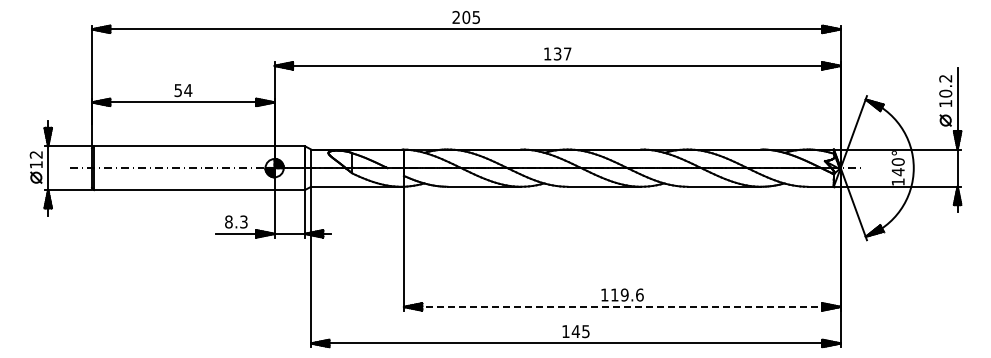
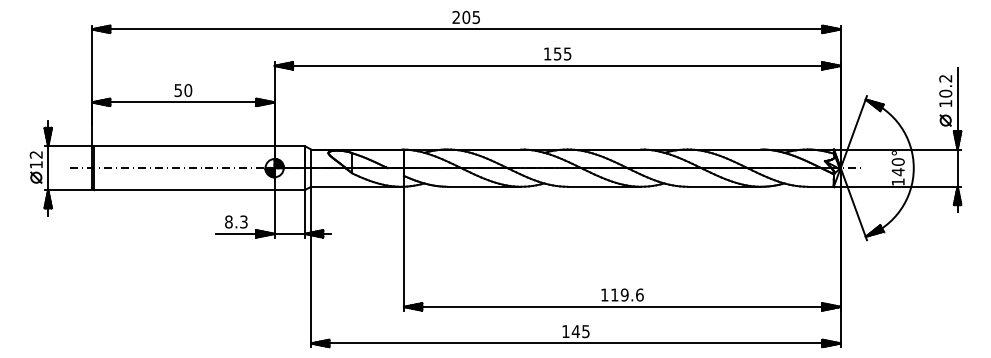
text at (562, 53): 137 -> 155
text at (188, 90): 54 -> 50
line at (622, 306): dashed -> solid
